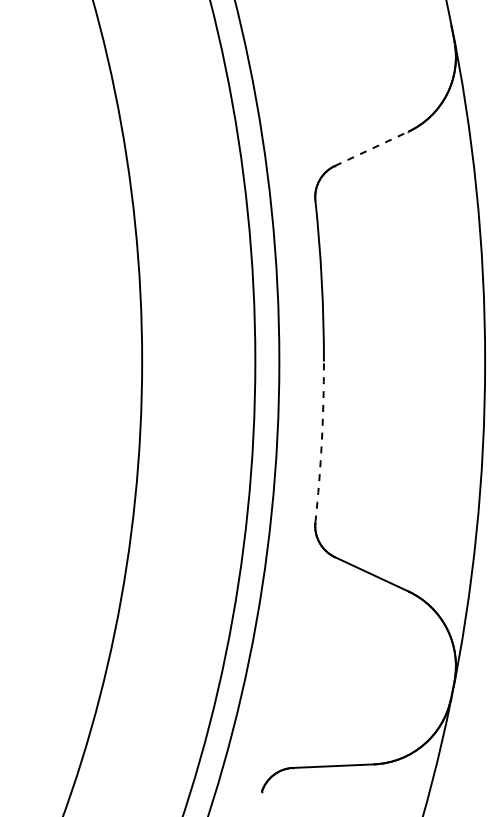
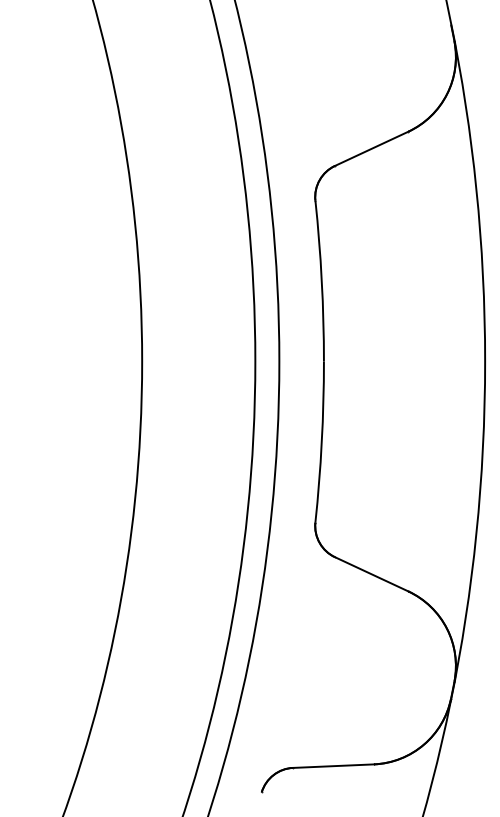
line at (372, 148): dashed -> solid
arc at (321, 442): dashed -> solid
